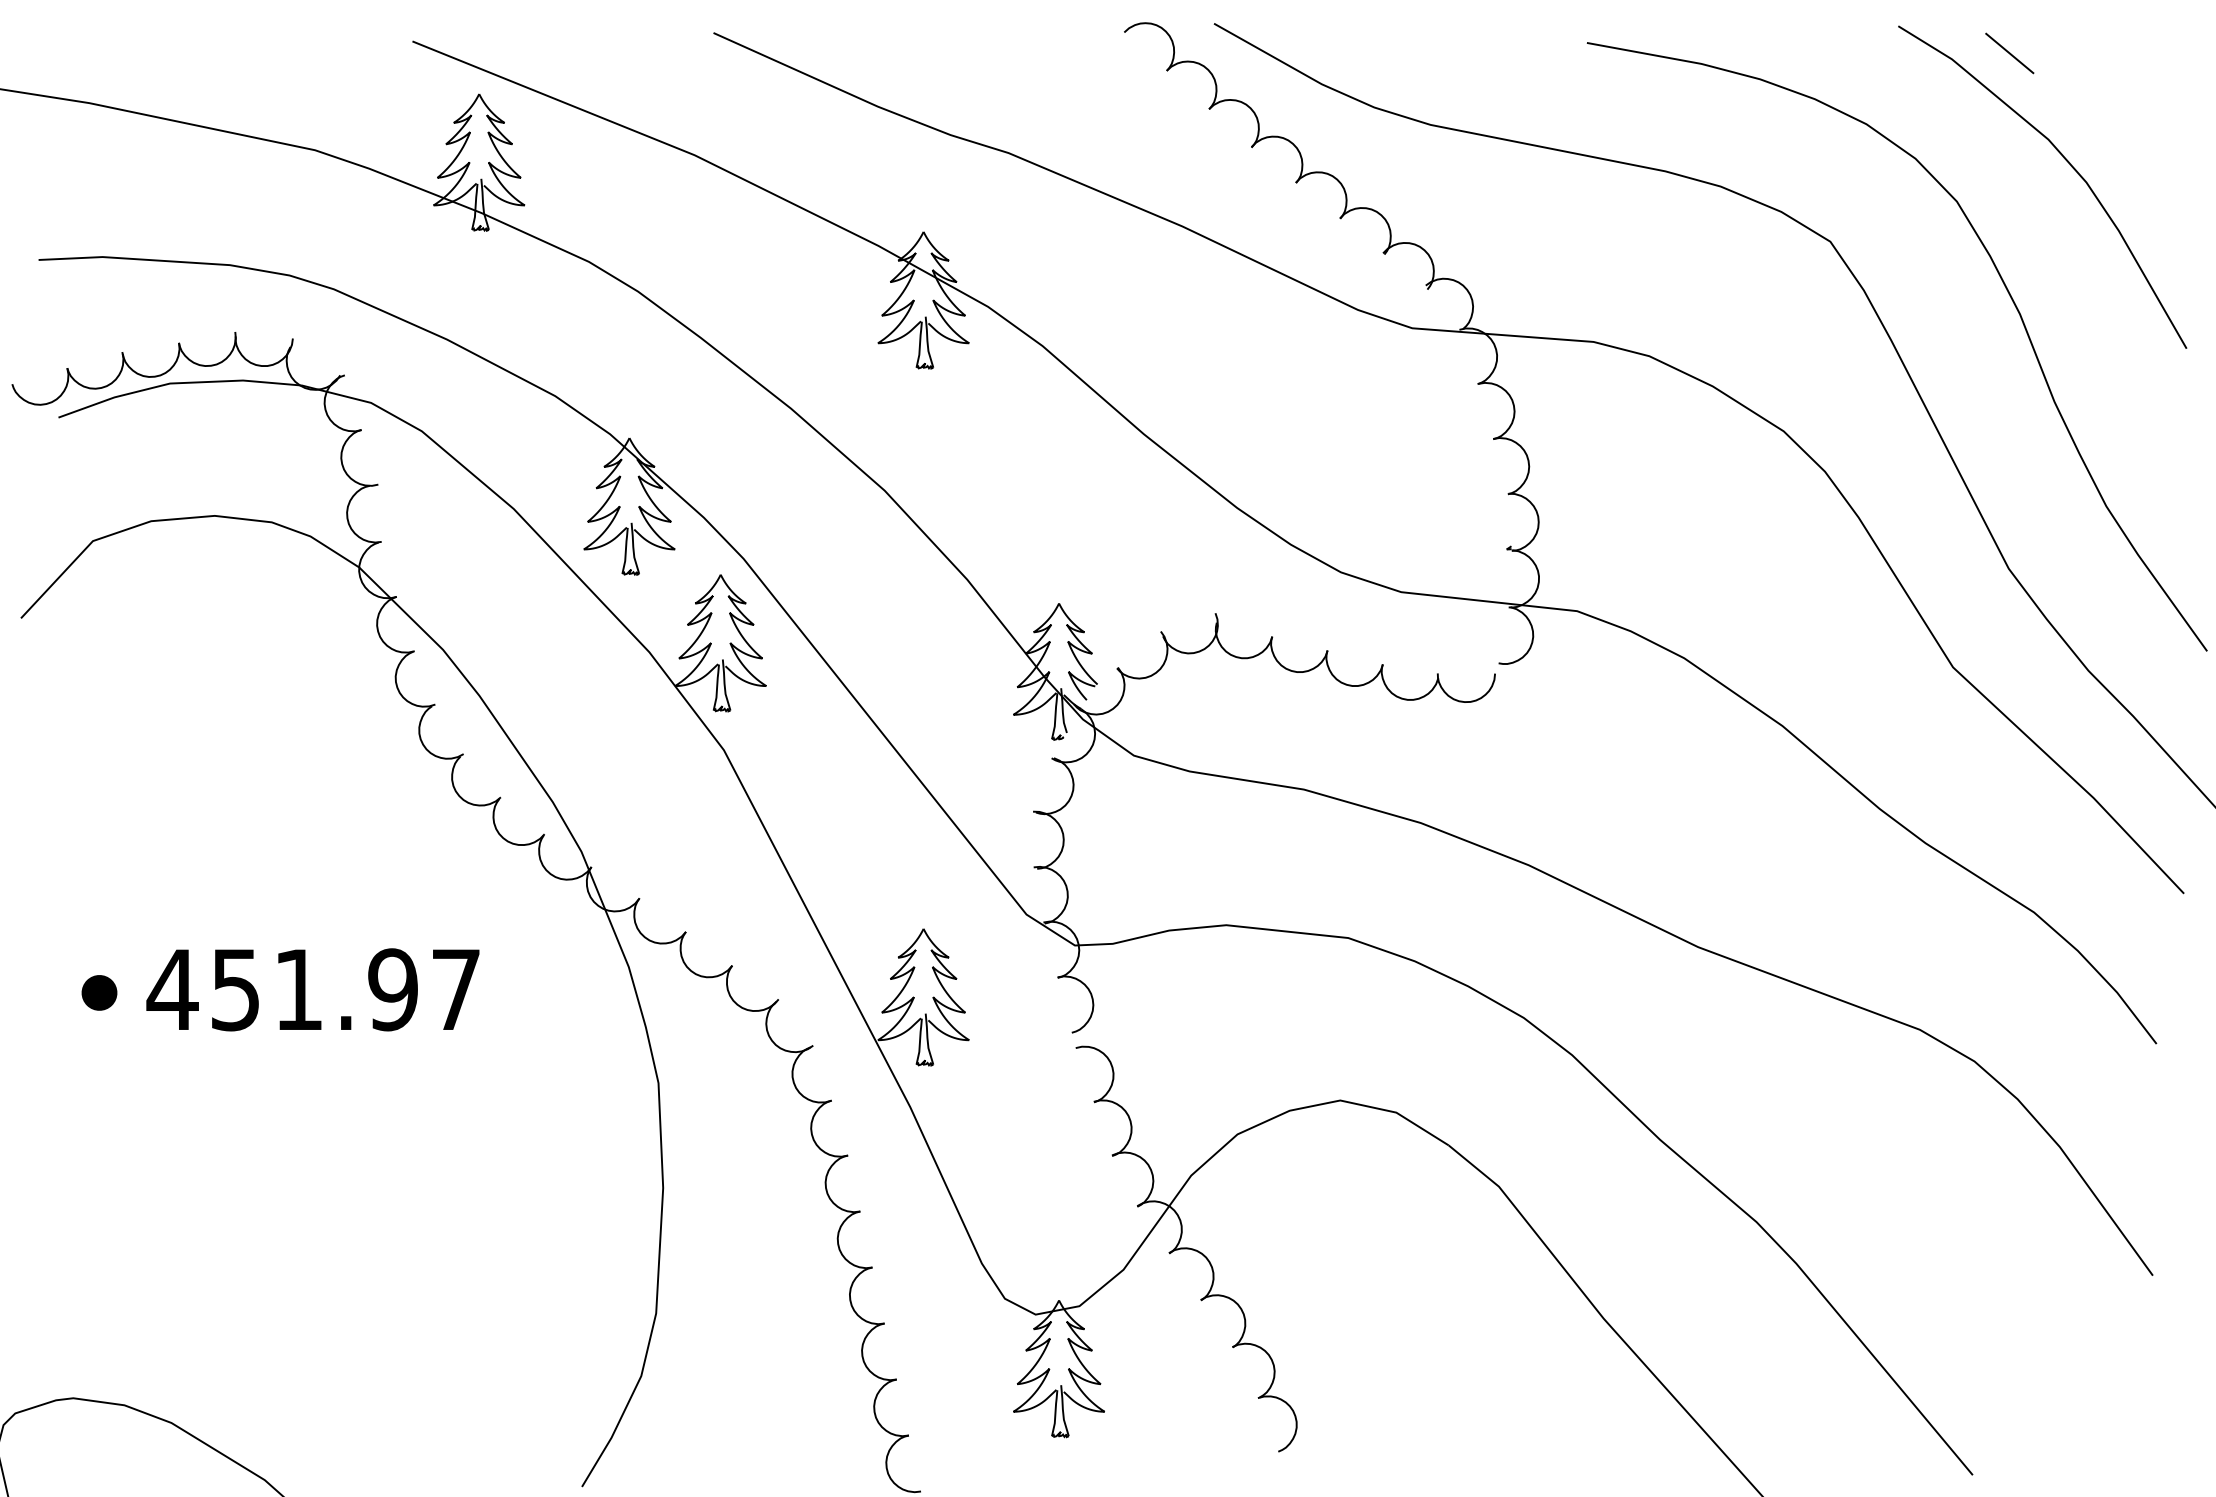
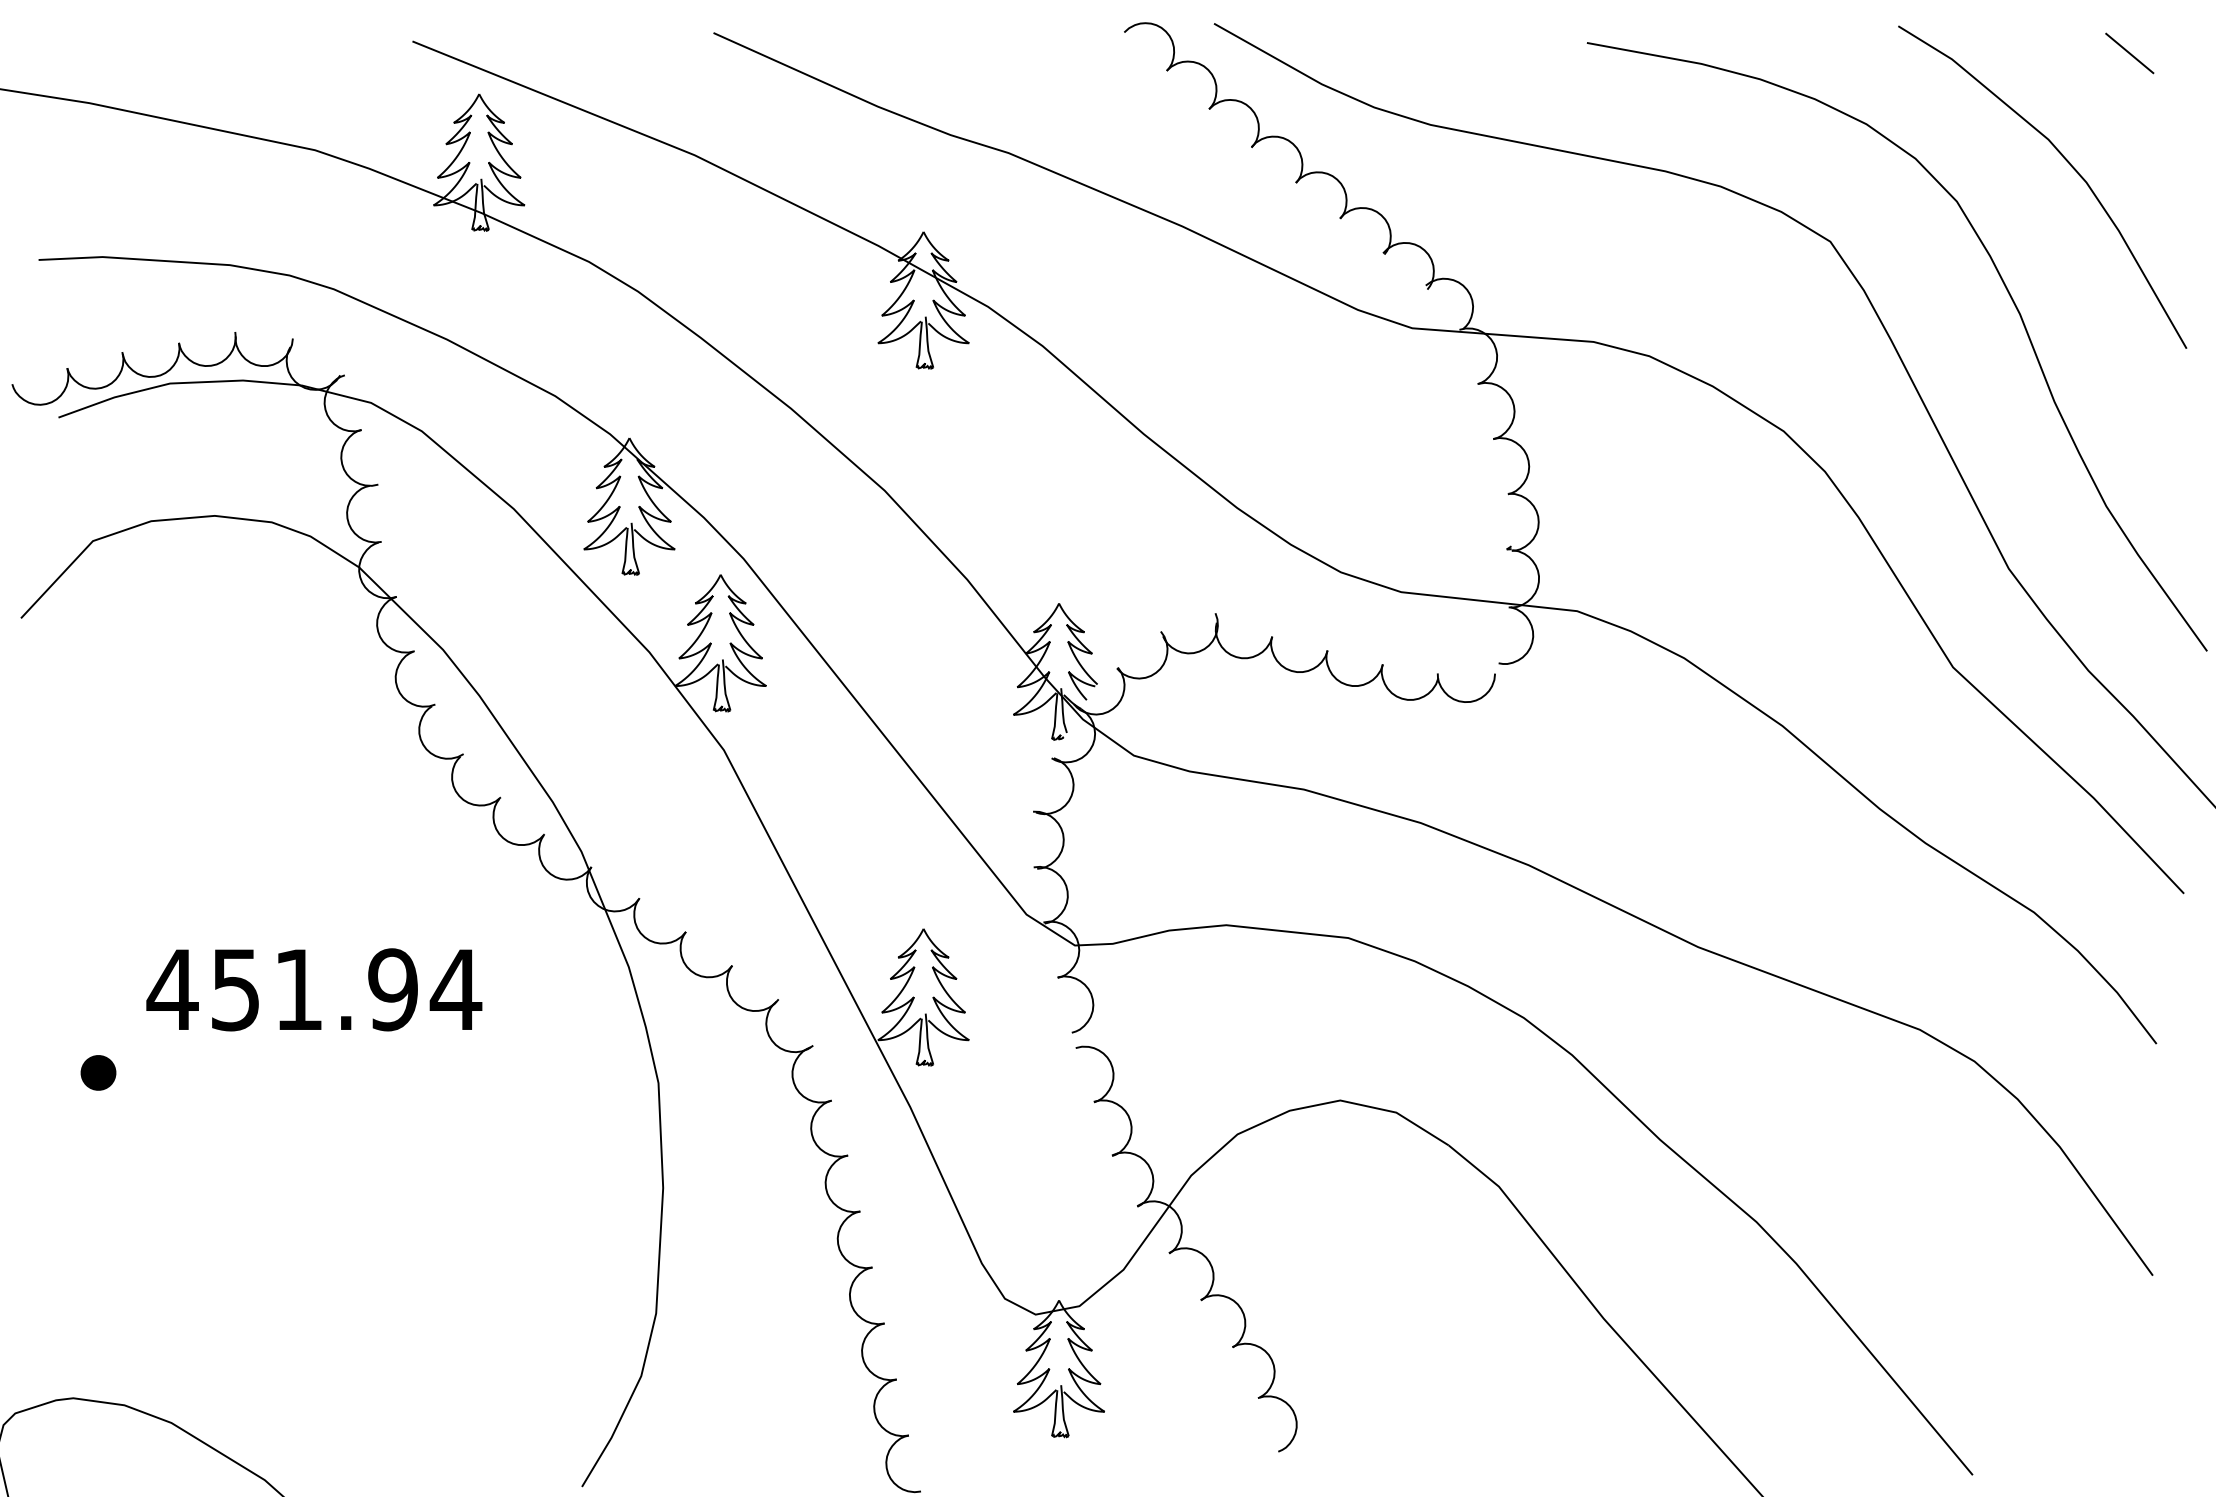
line at (2009, 53) position: (2009, 53) -> (2129, 53)
text at (455, 989): 451.97 -> 451.94
part at (99, 992) position: (99, 992) -> (98, 1072)
